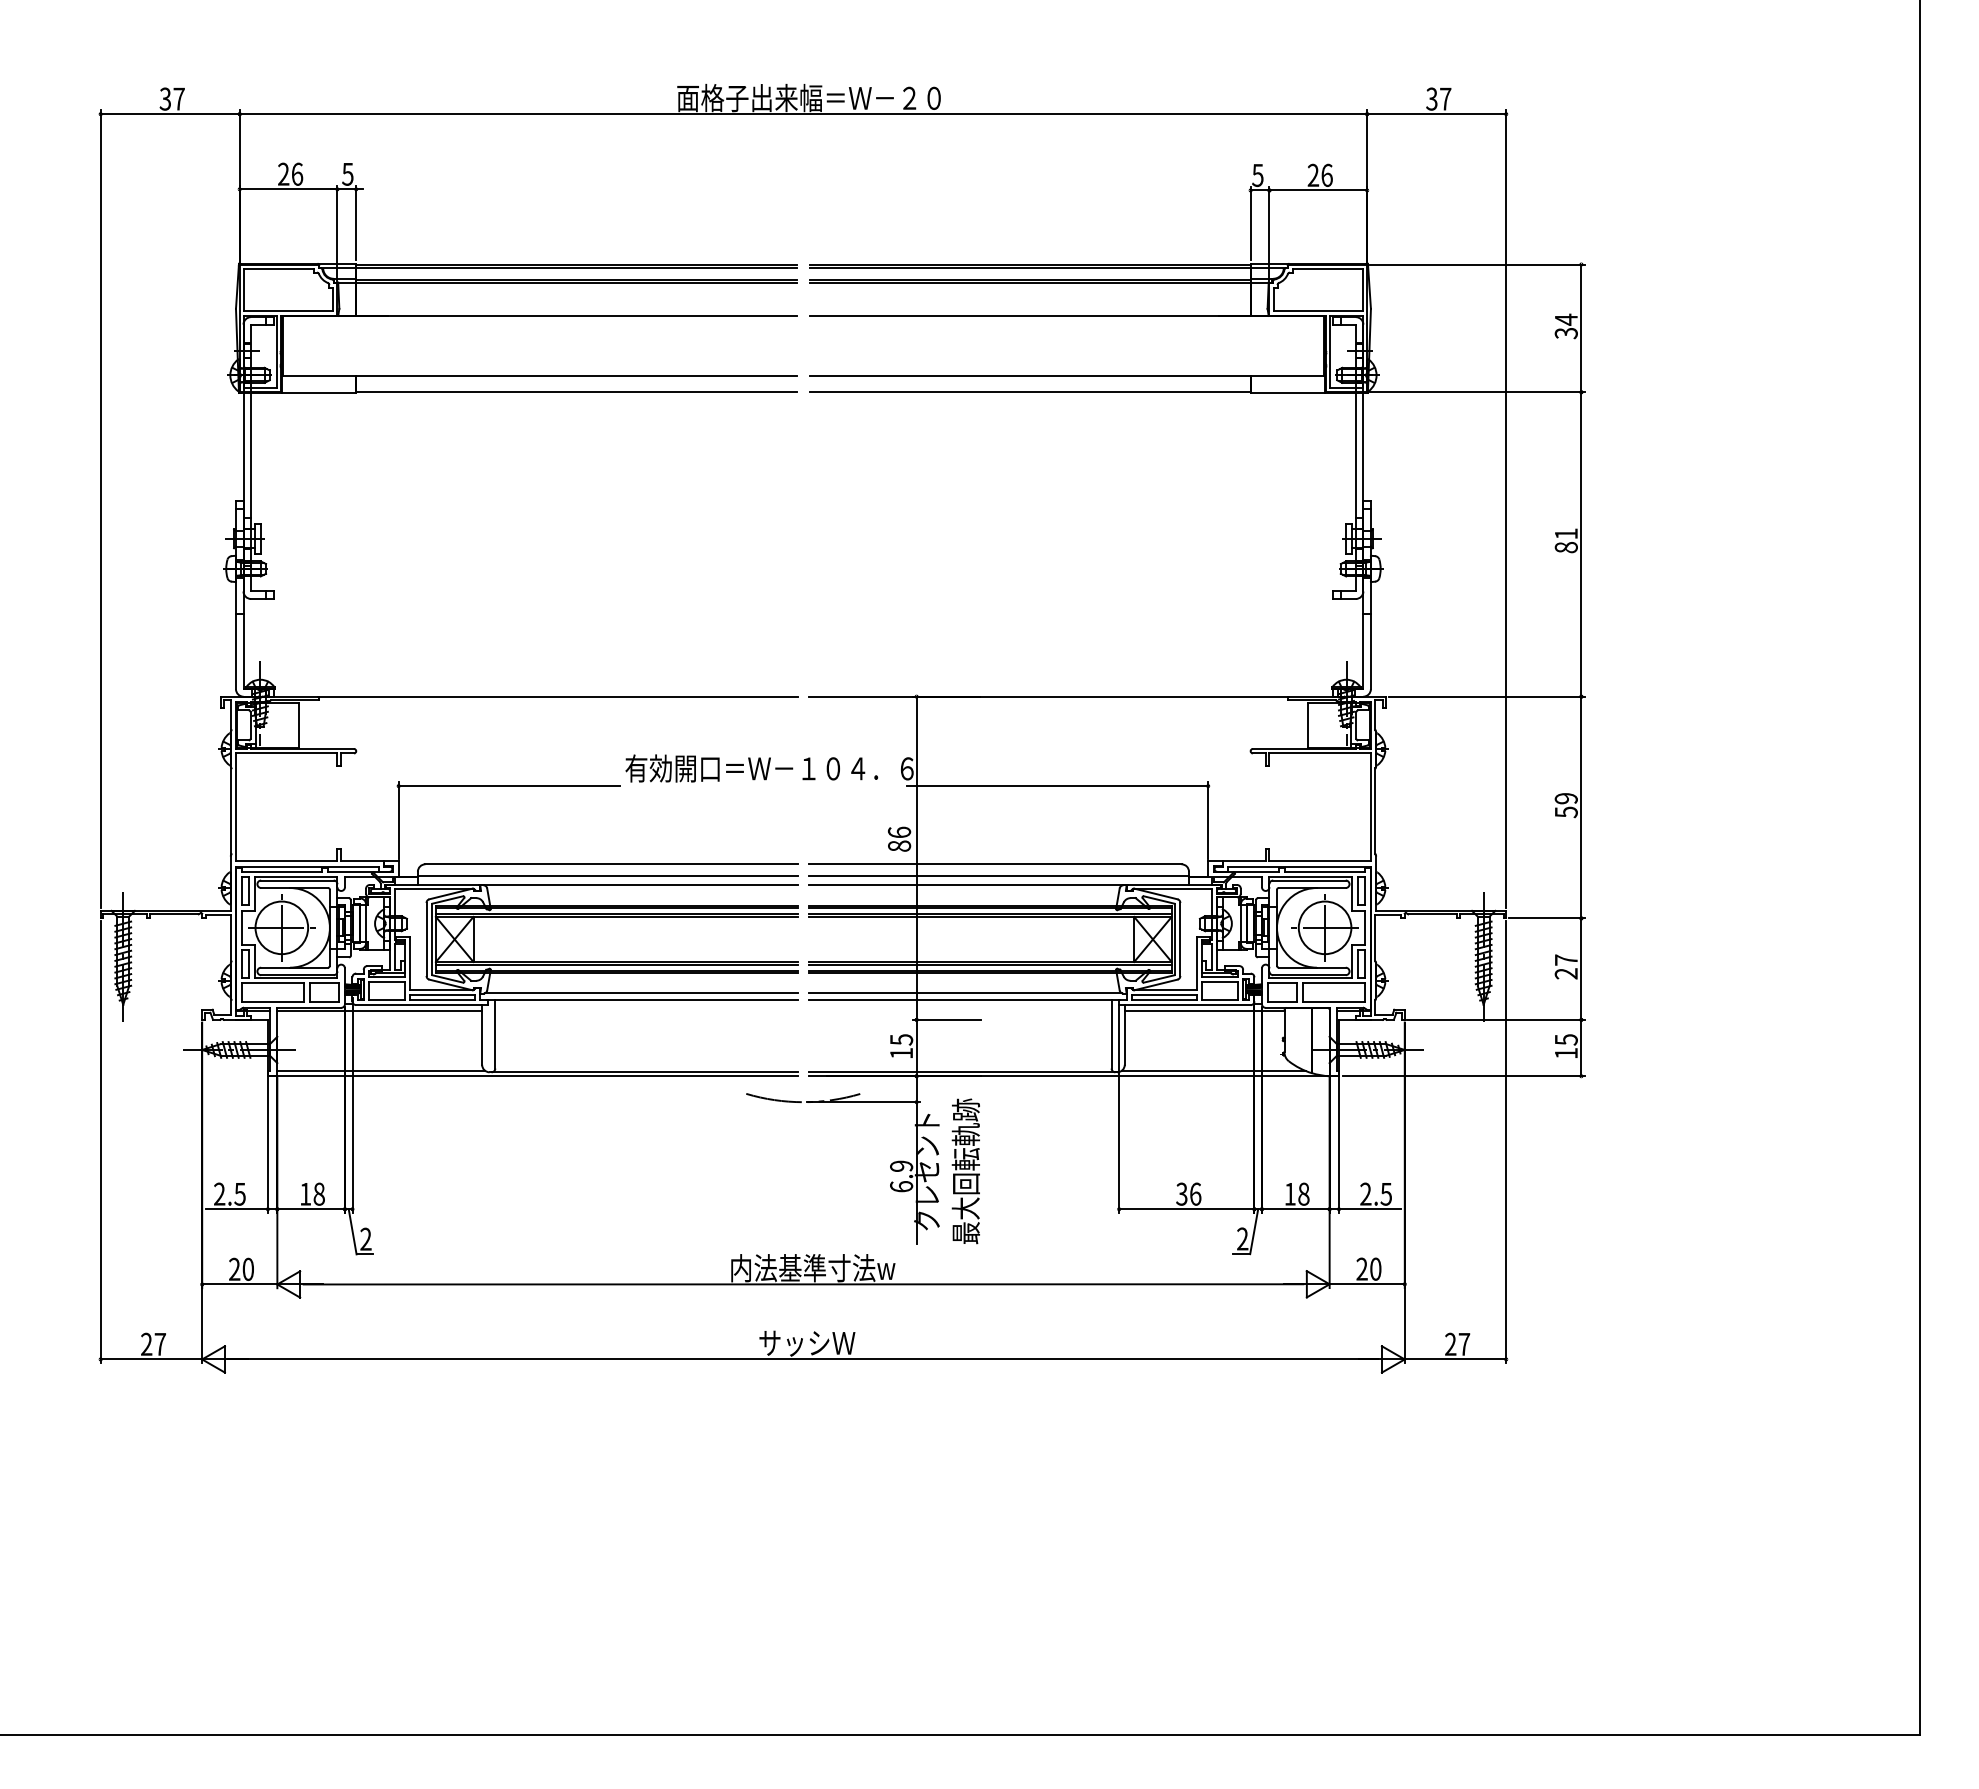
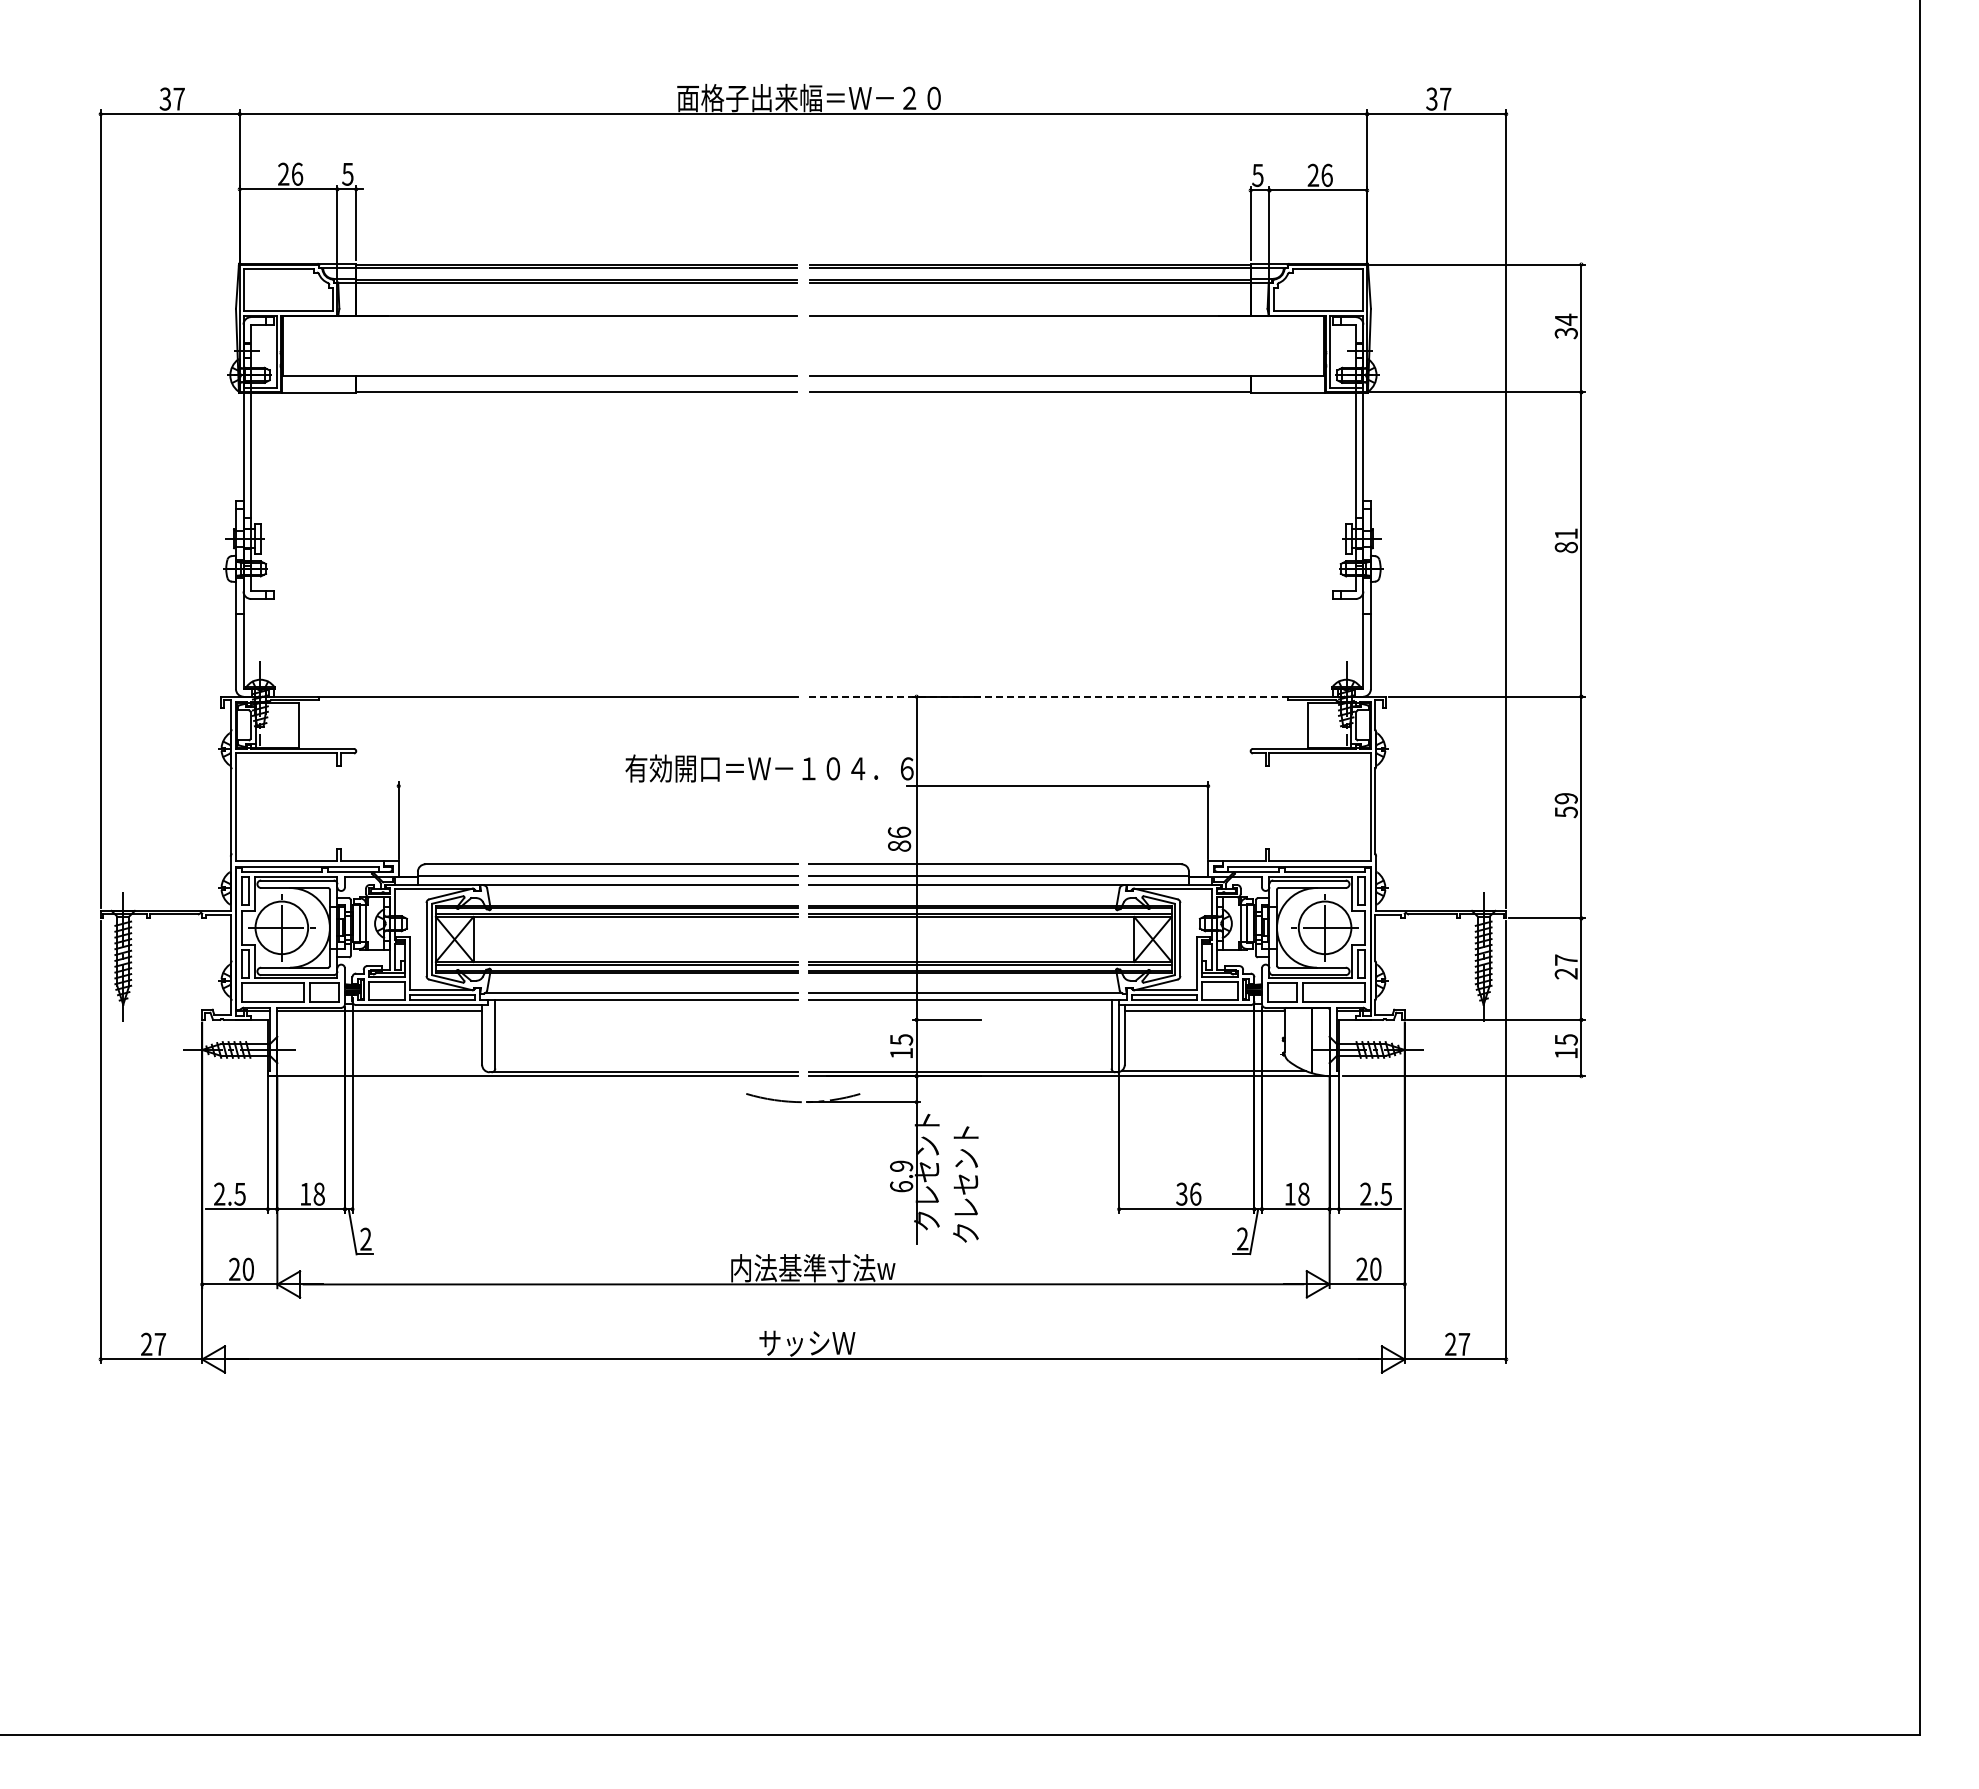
line at (1048, 696): solid -> dashed
line at (509, 786): present -> none
line at (381, 1071): present -> none
text at (965, 1171): 最大回転軌跡 -> クレセント
